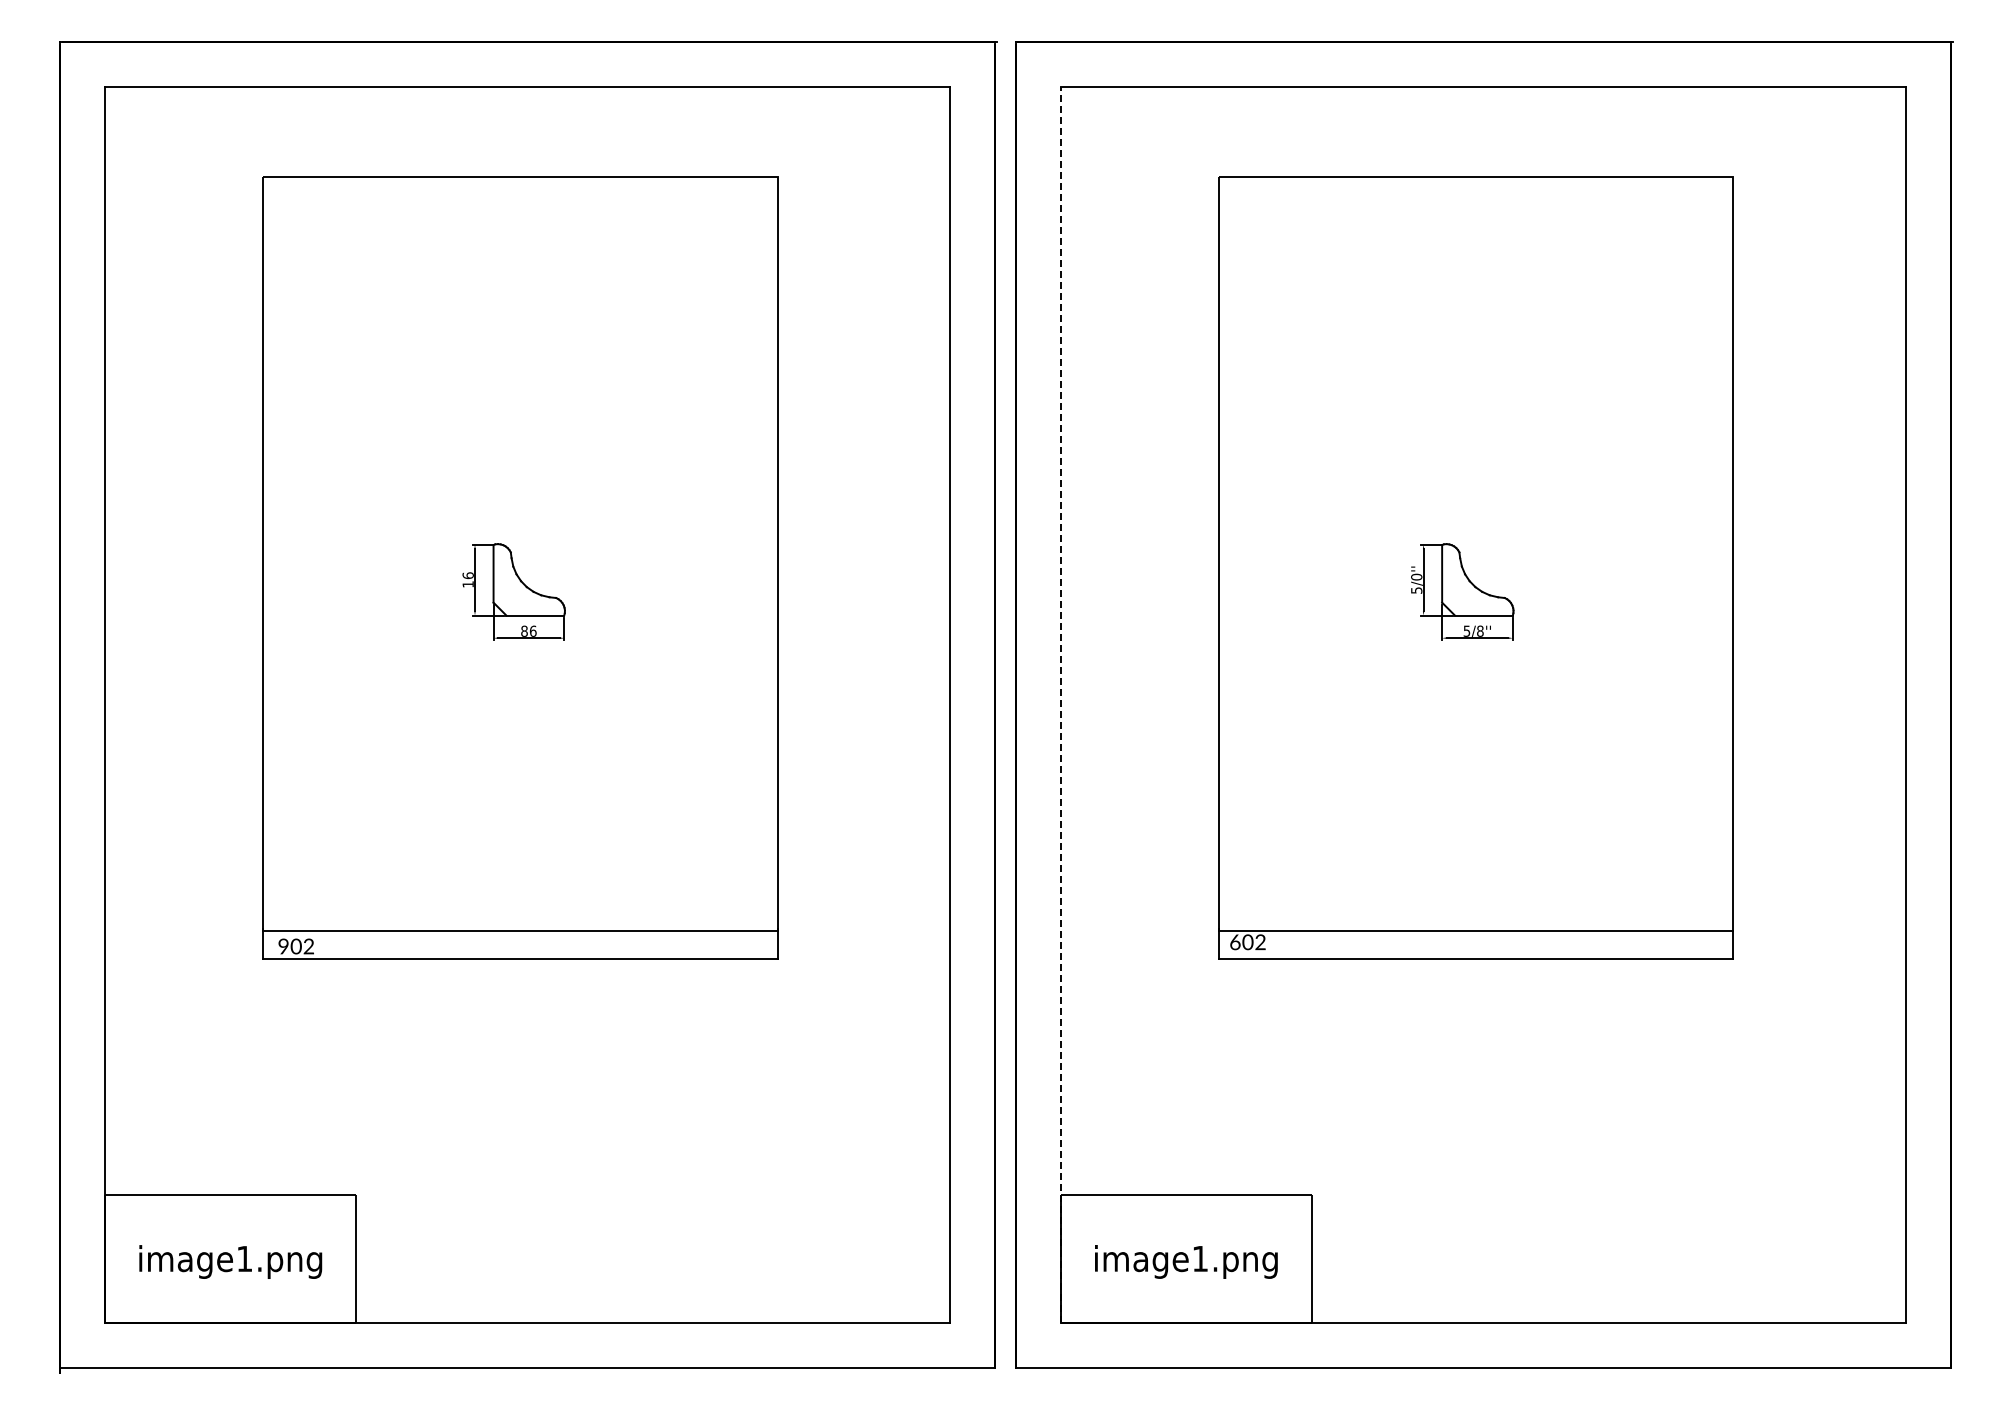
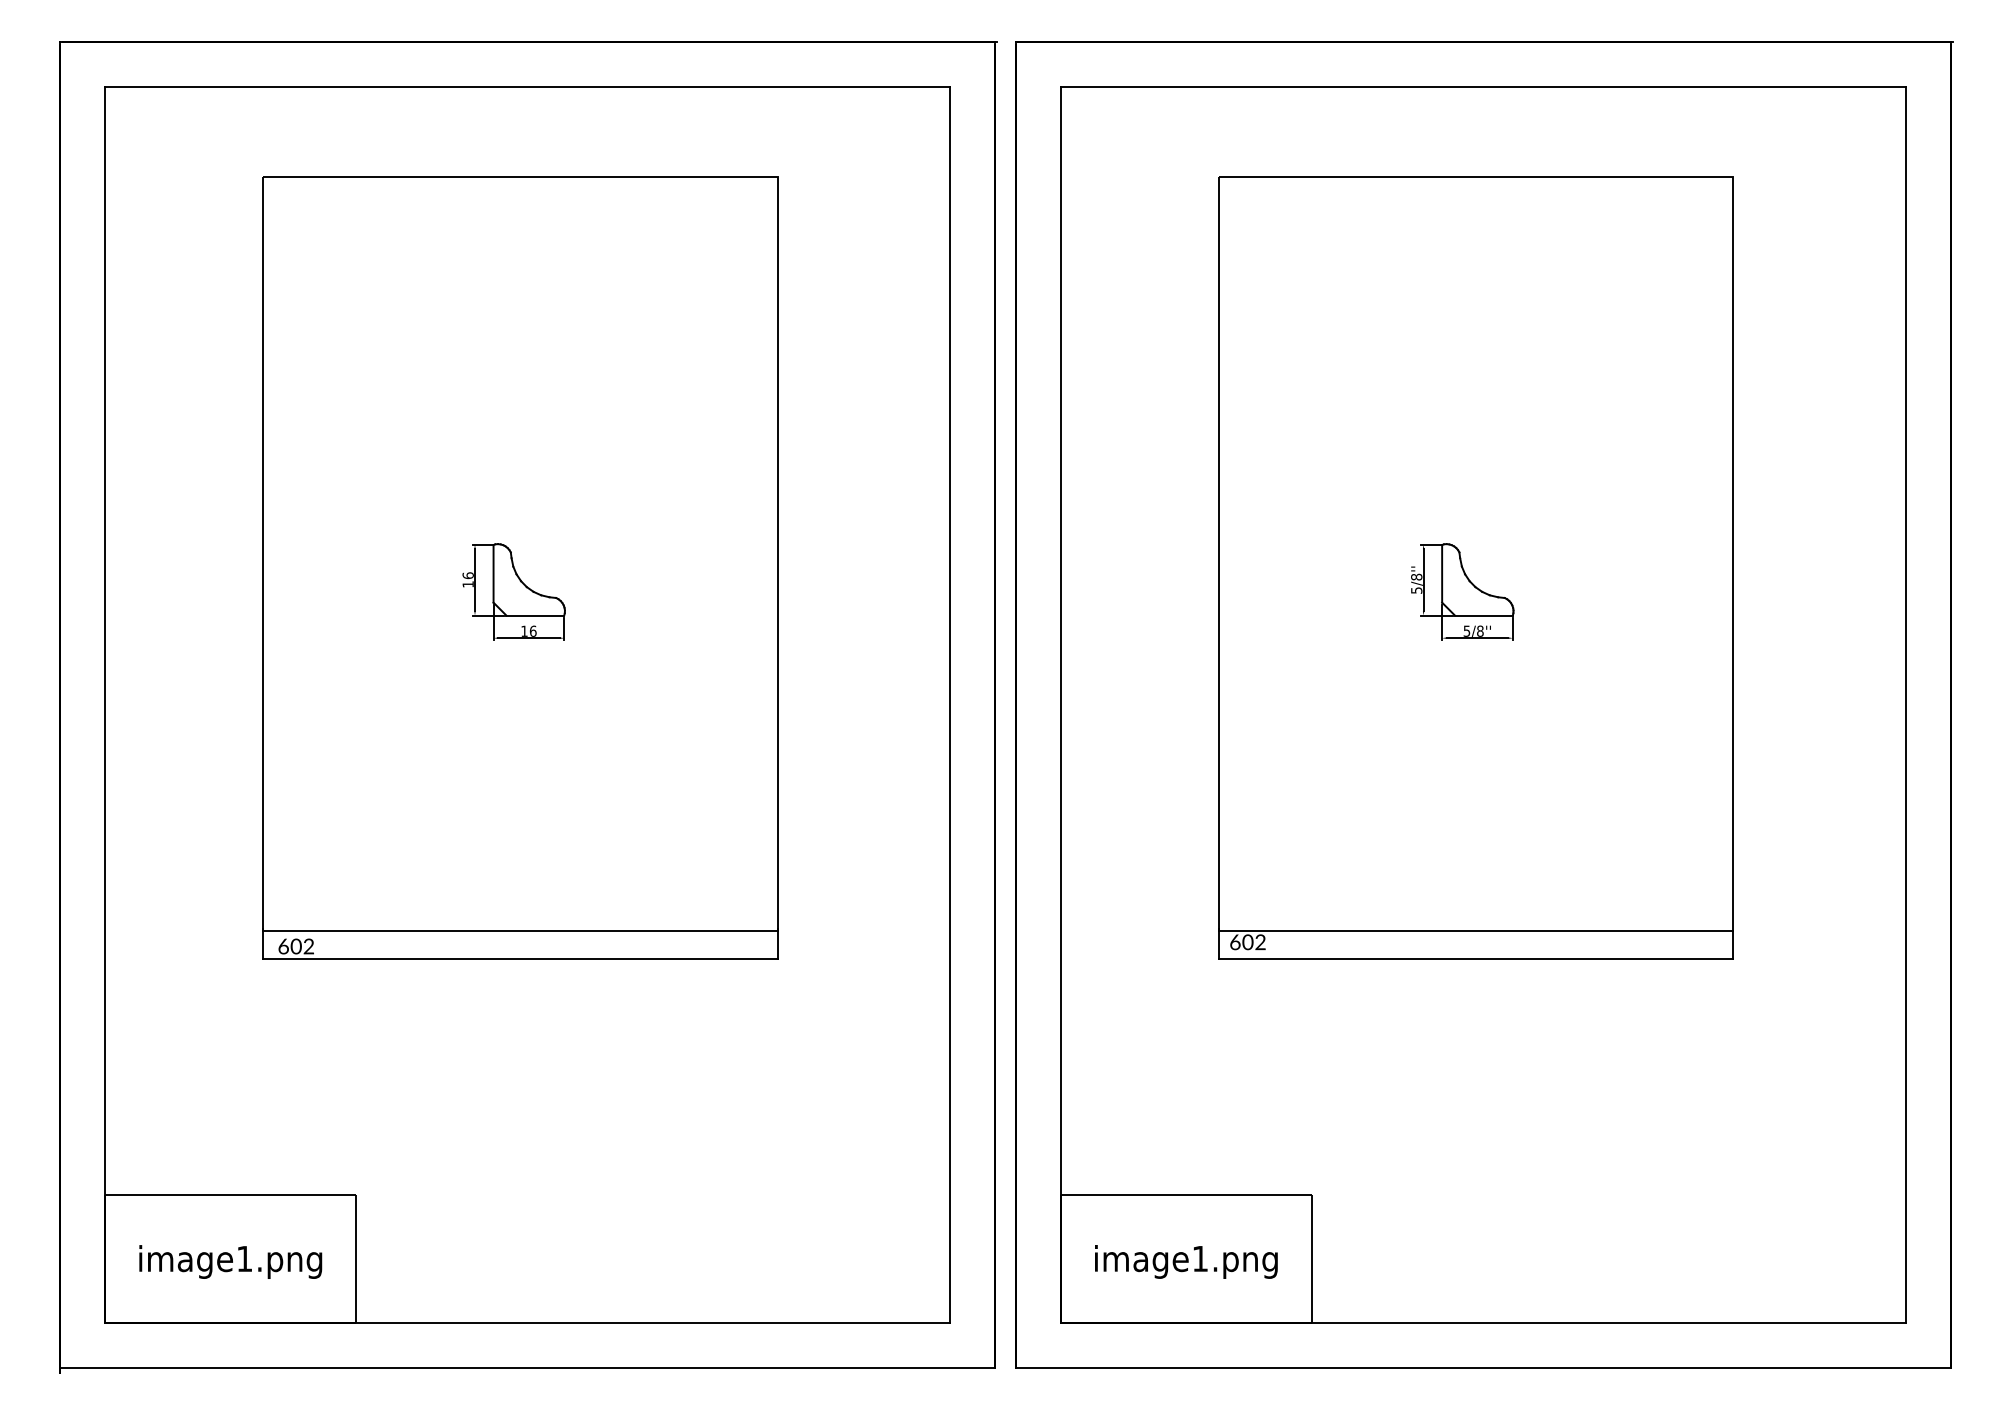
text at (1416, 576): 5/0'' -> 5/8''
text at (524, 630): 86 -> 16
line at (1060, 704): dashed -> solid
text at (283, 946): 902 -> 602
